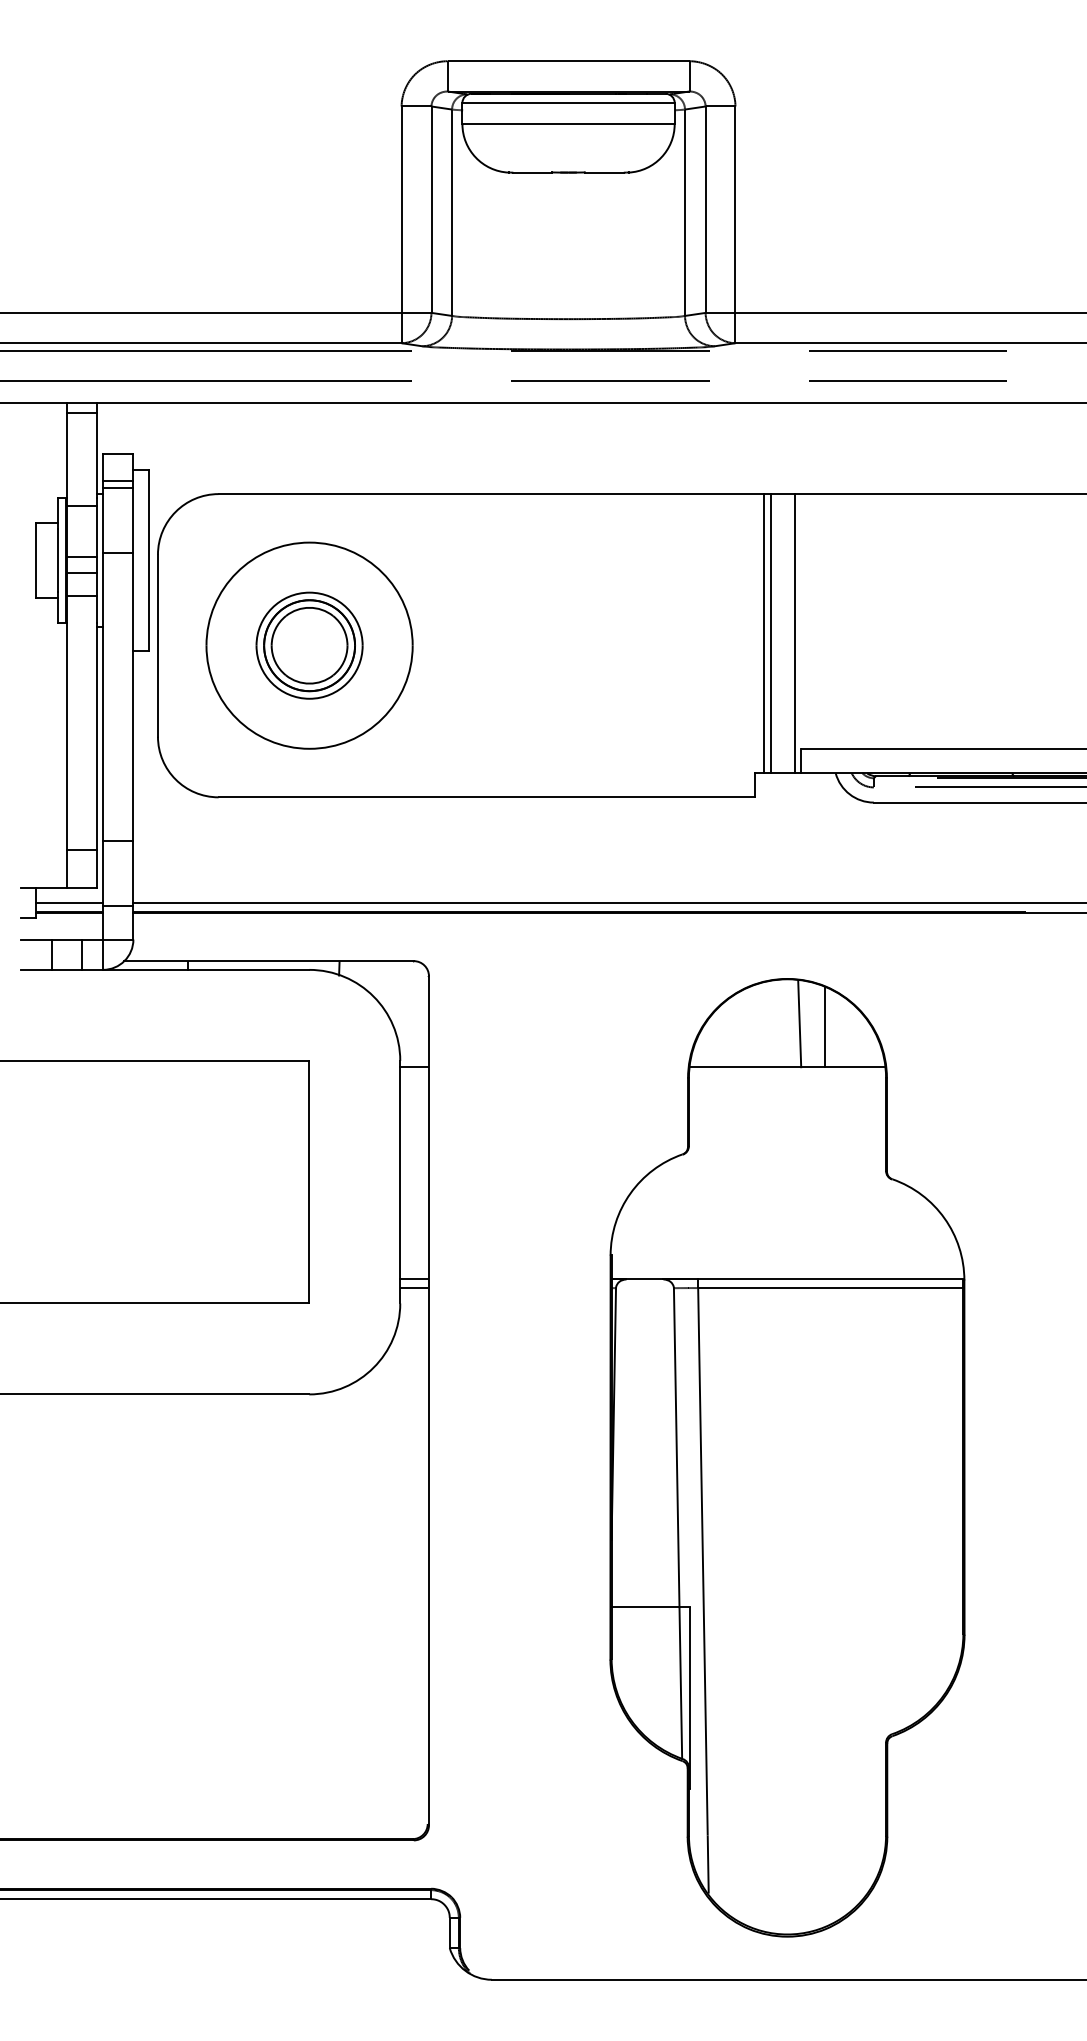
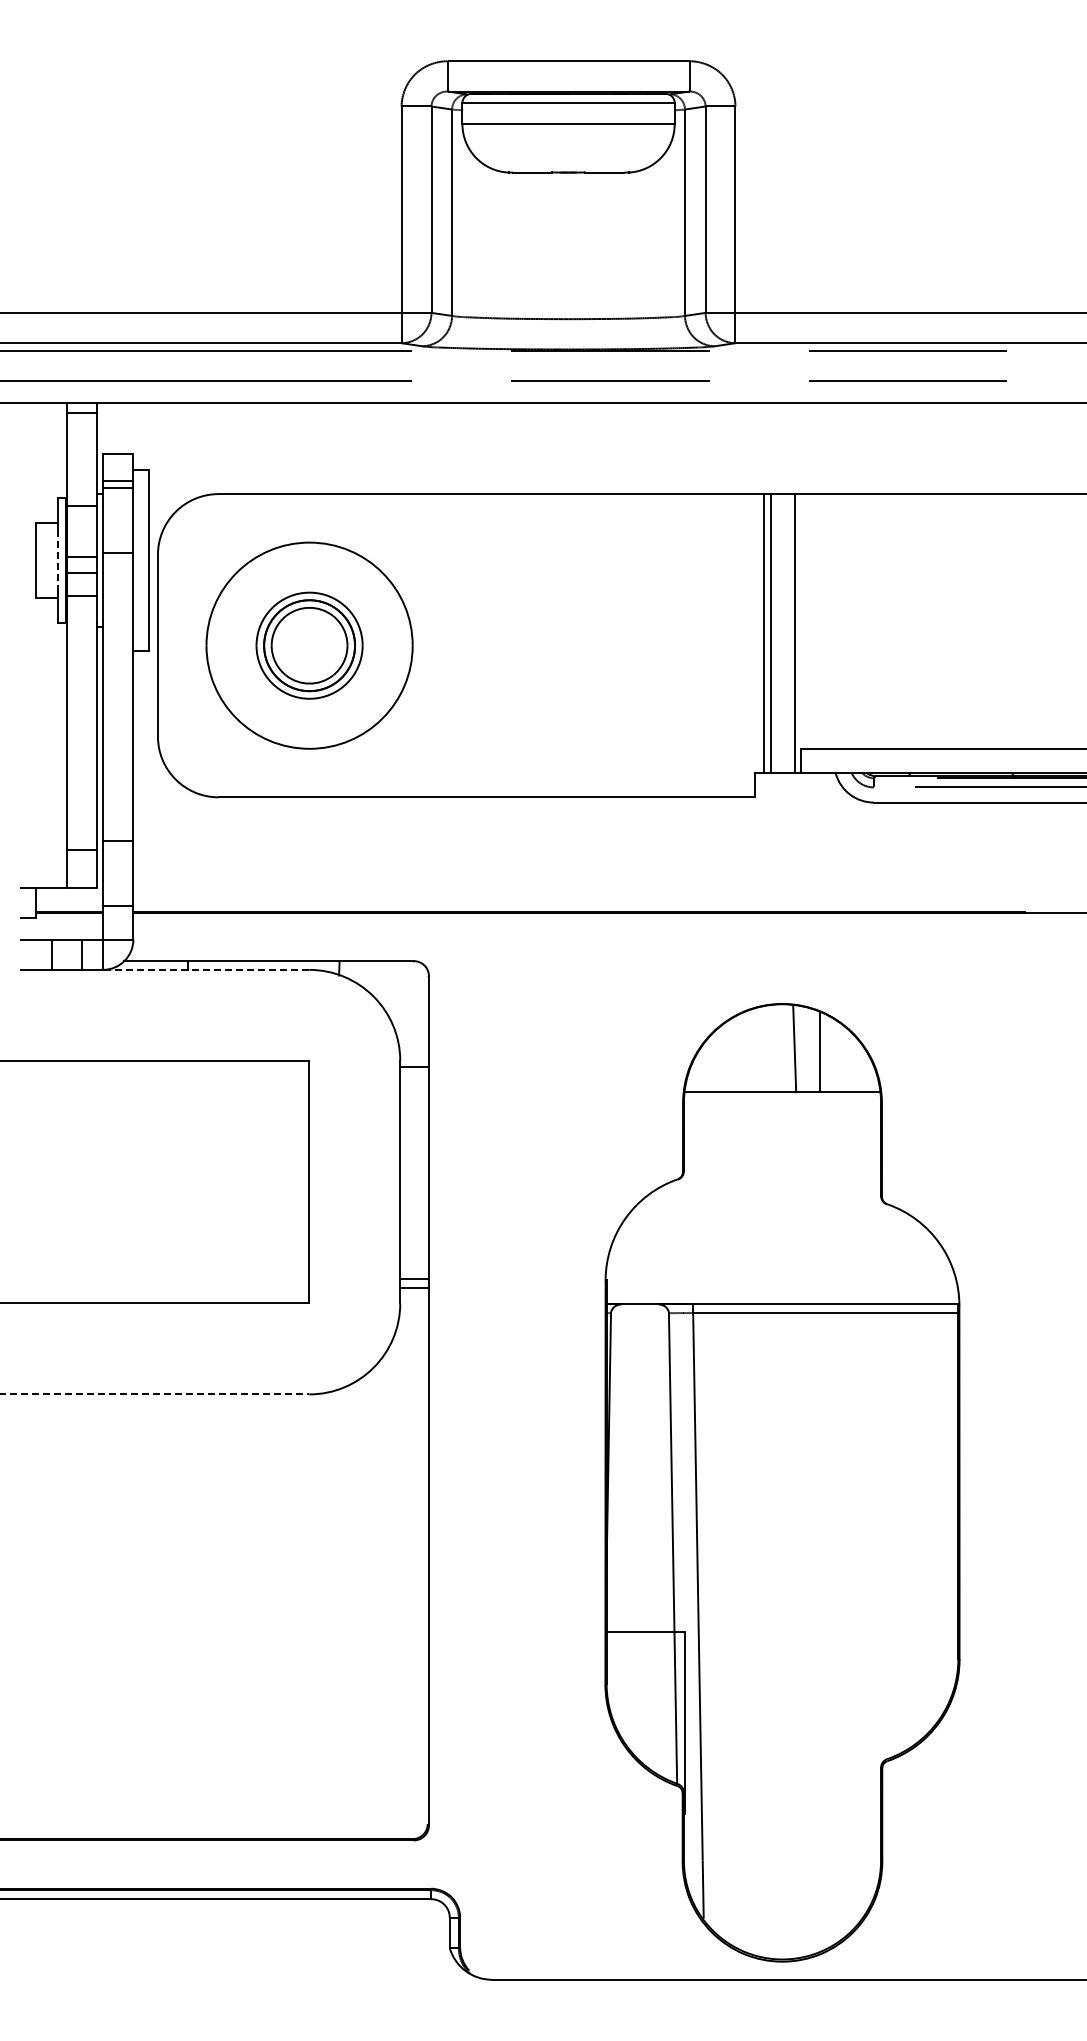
line at (57, 560): solid -> dashed
line at (69, 902): present -> none
line at (608, 902): present -> none
line at (205, 969): solid -> dashed
line at (155, 1394): solid -> dashed
part at (787, 1457) position: (787, 1457) -> (782, 1482)
